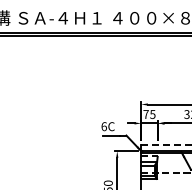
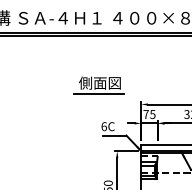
part at (98, 85): none -> present
line at (166, 144): dashed -> solid
